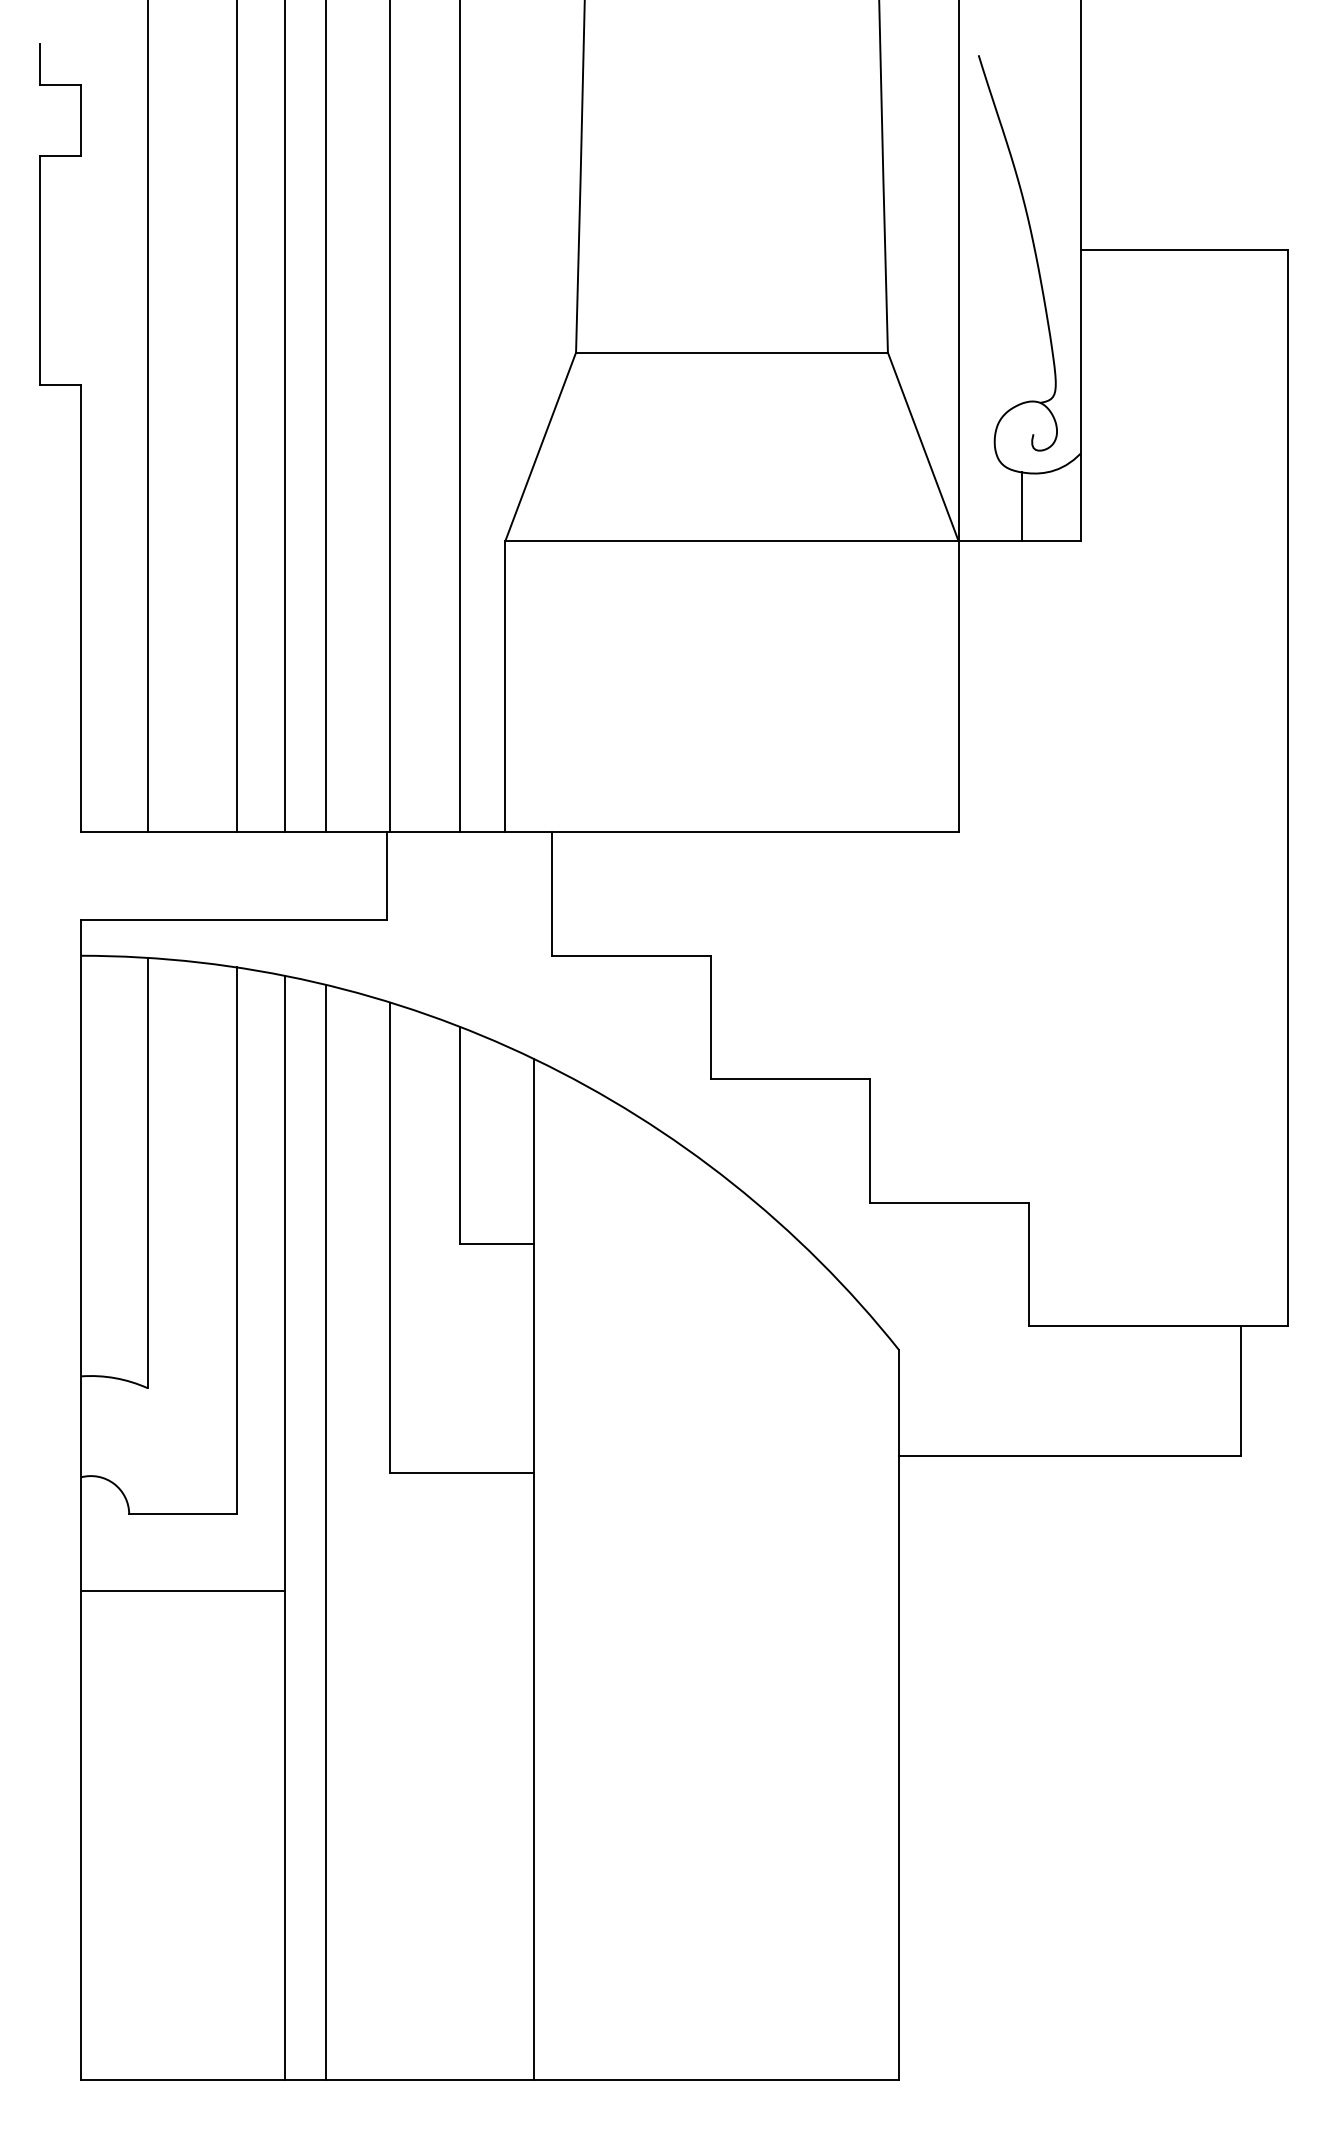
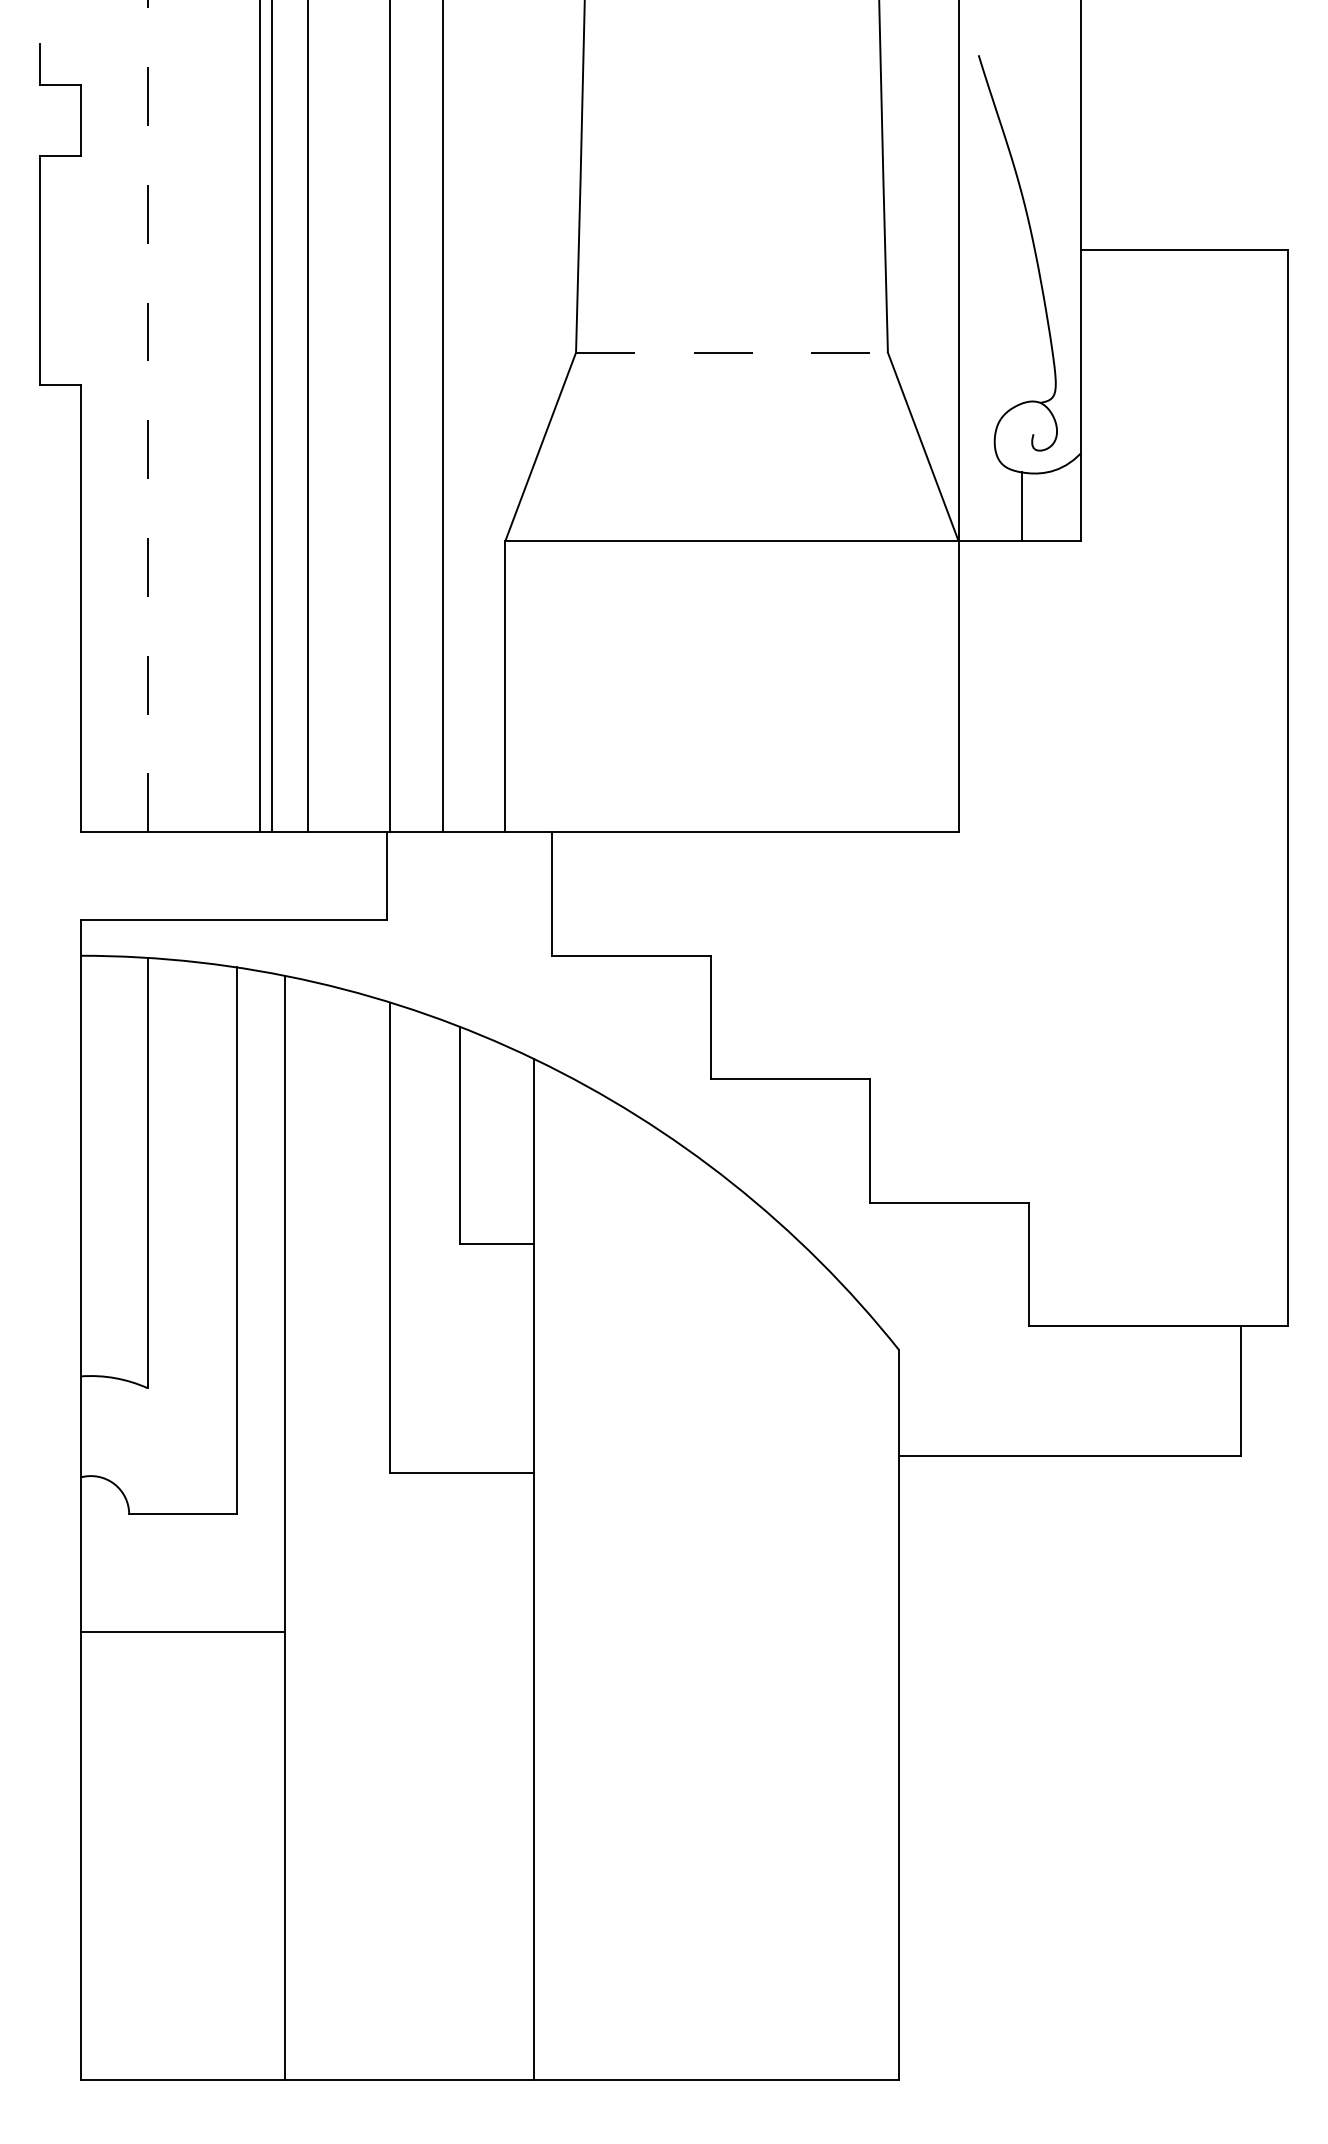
line at (731, 352): solid -> dashed
line at (147, 416): solid -> dashed
line at (236, 417) position: (236, 417) -> (259, 417)
line at (285, 417) position: (285, 417) -> (272, 417)
line at (325, 417) position: (325, 417) -> (307, 417)
line at (460, 417) position: (460, 417) -> (443, 417)
line at (325, 1531): present -> none
line at (183, 1590) position: (183, 1590) -> (183, 1631)
